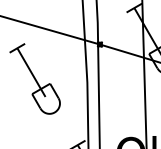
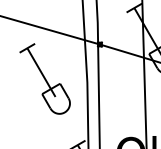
part at (34, 78) position: (34, 78) -> (44, 78)
